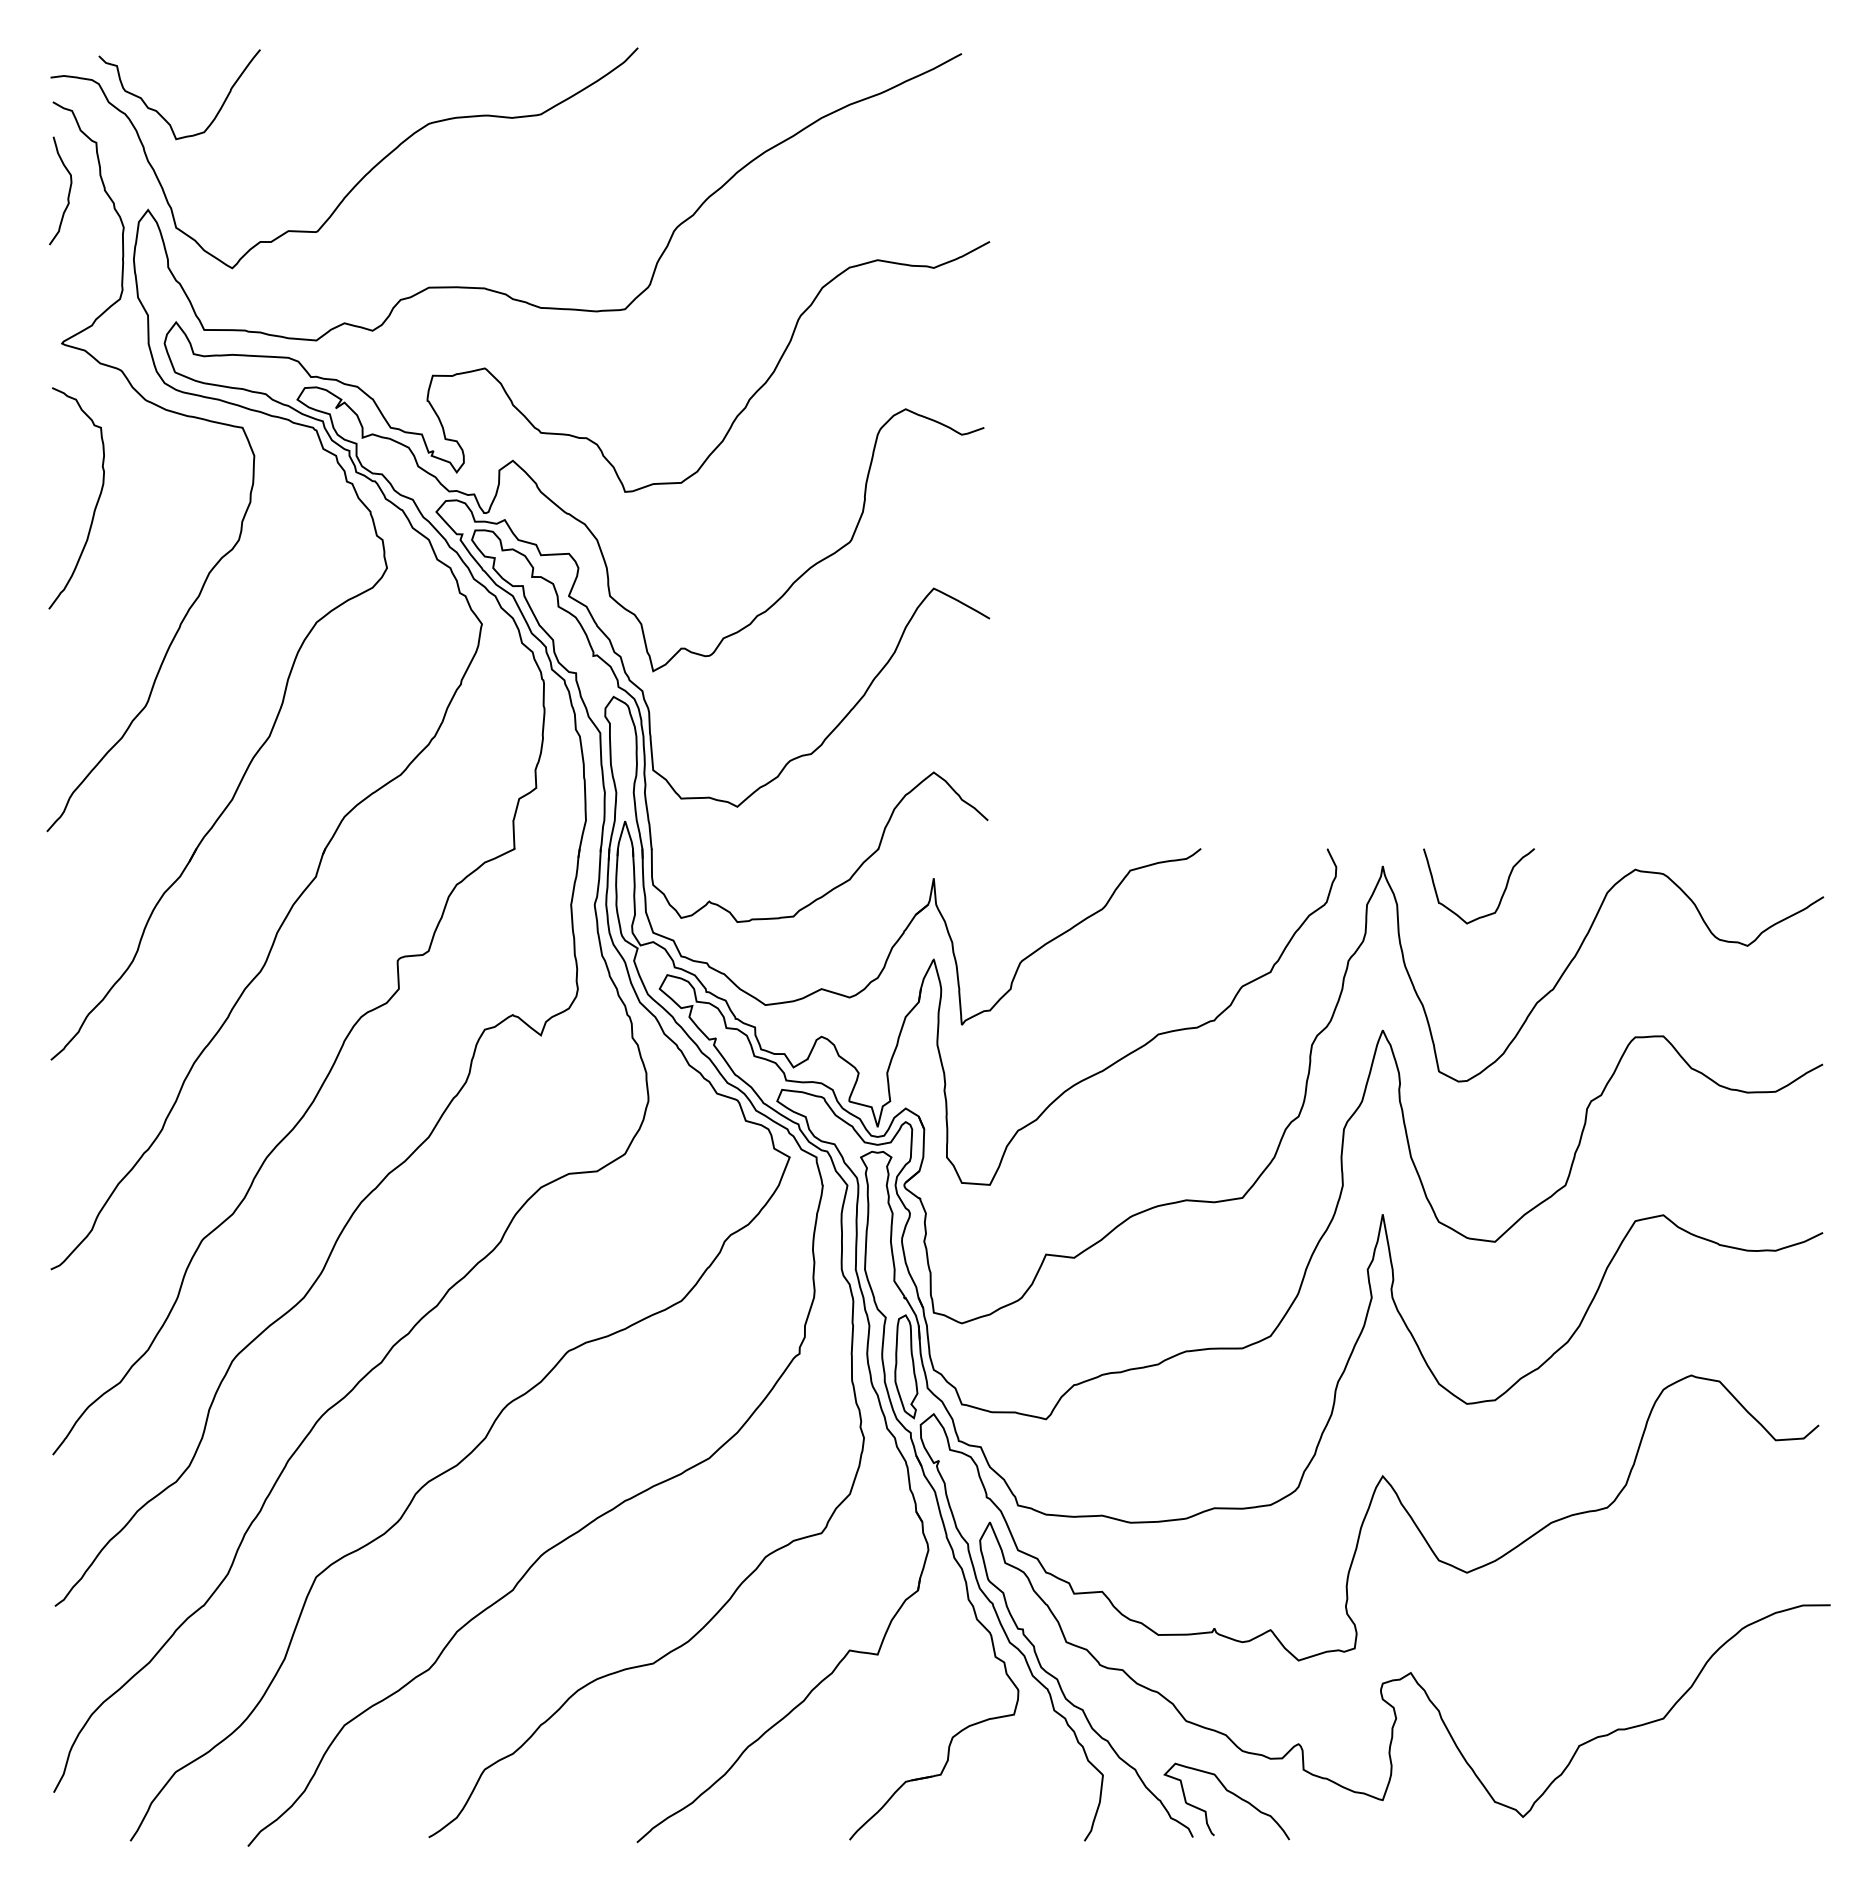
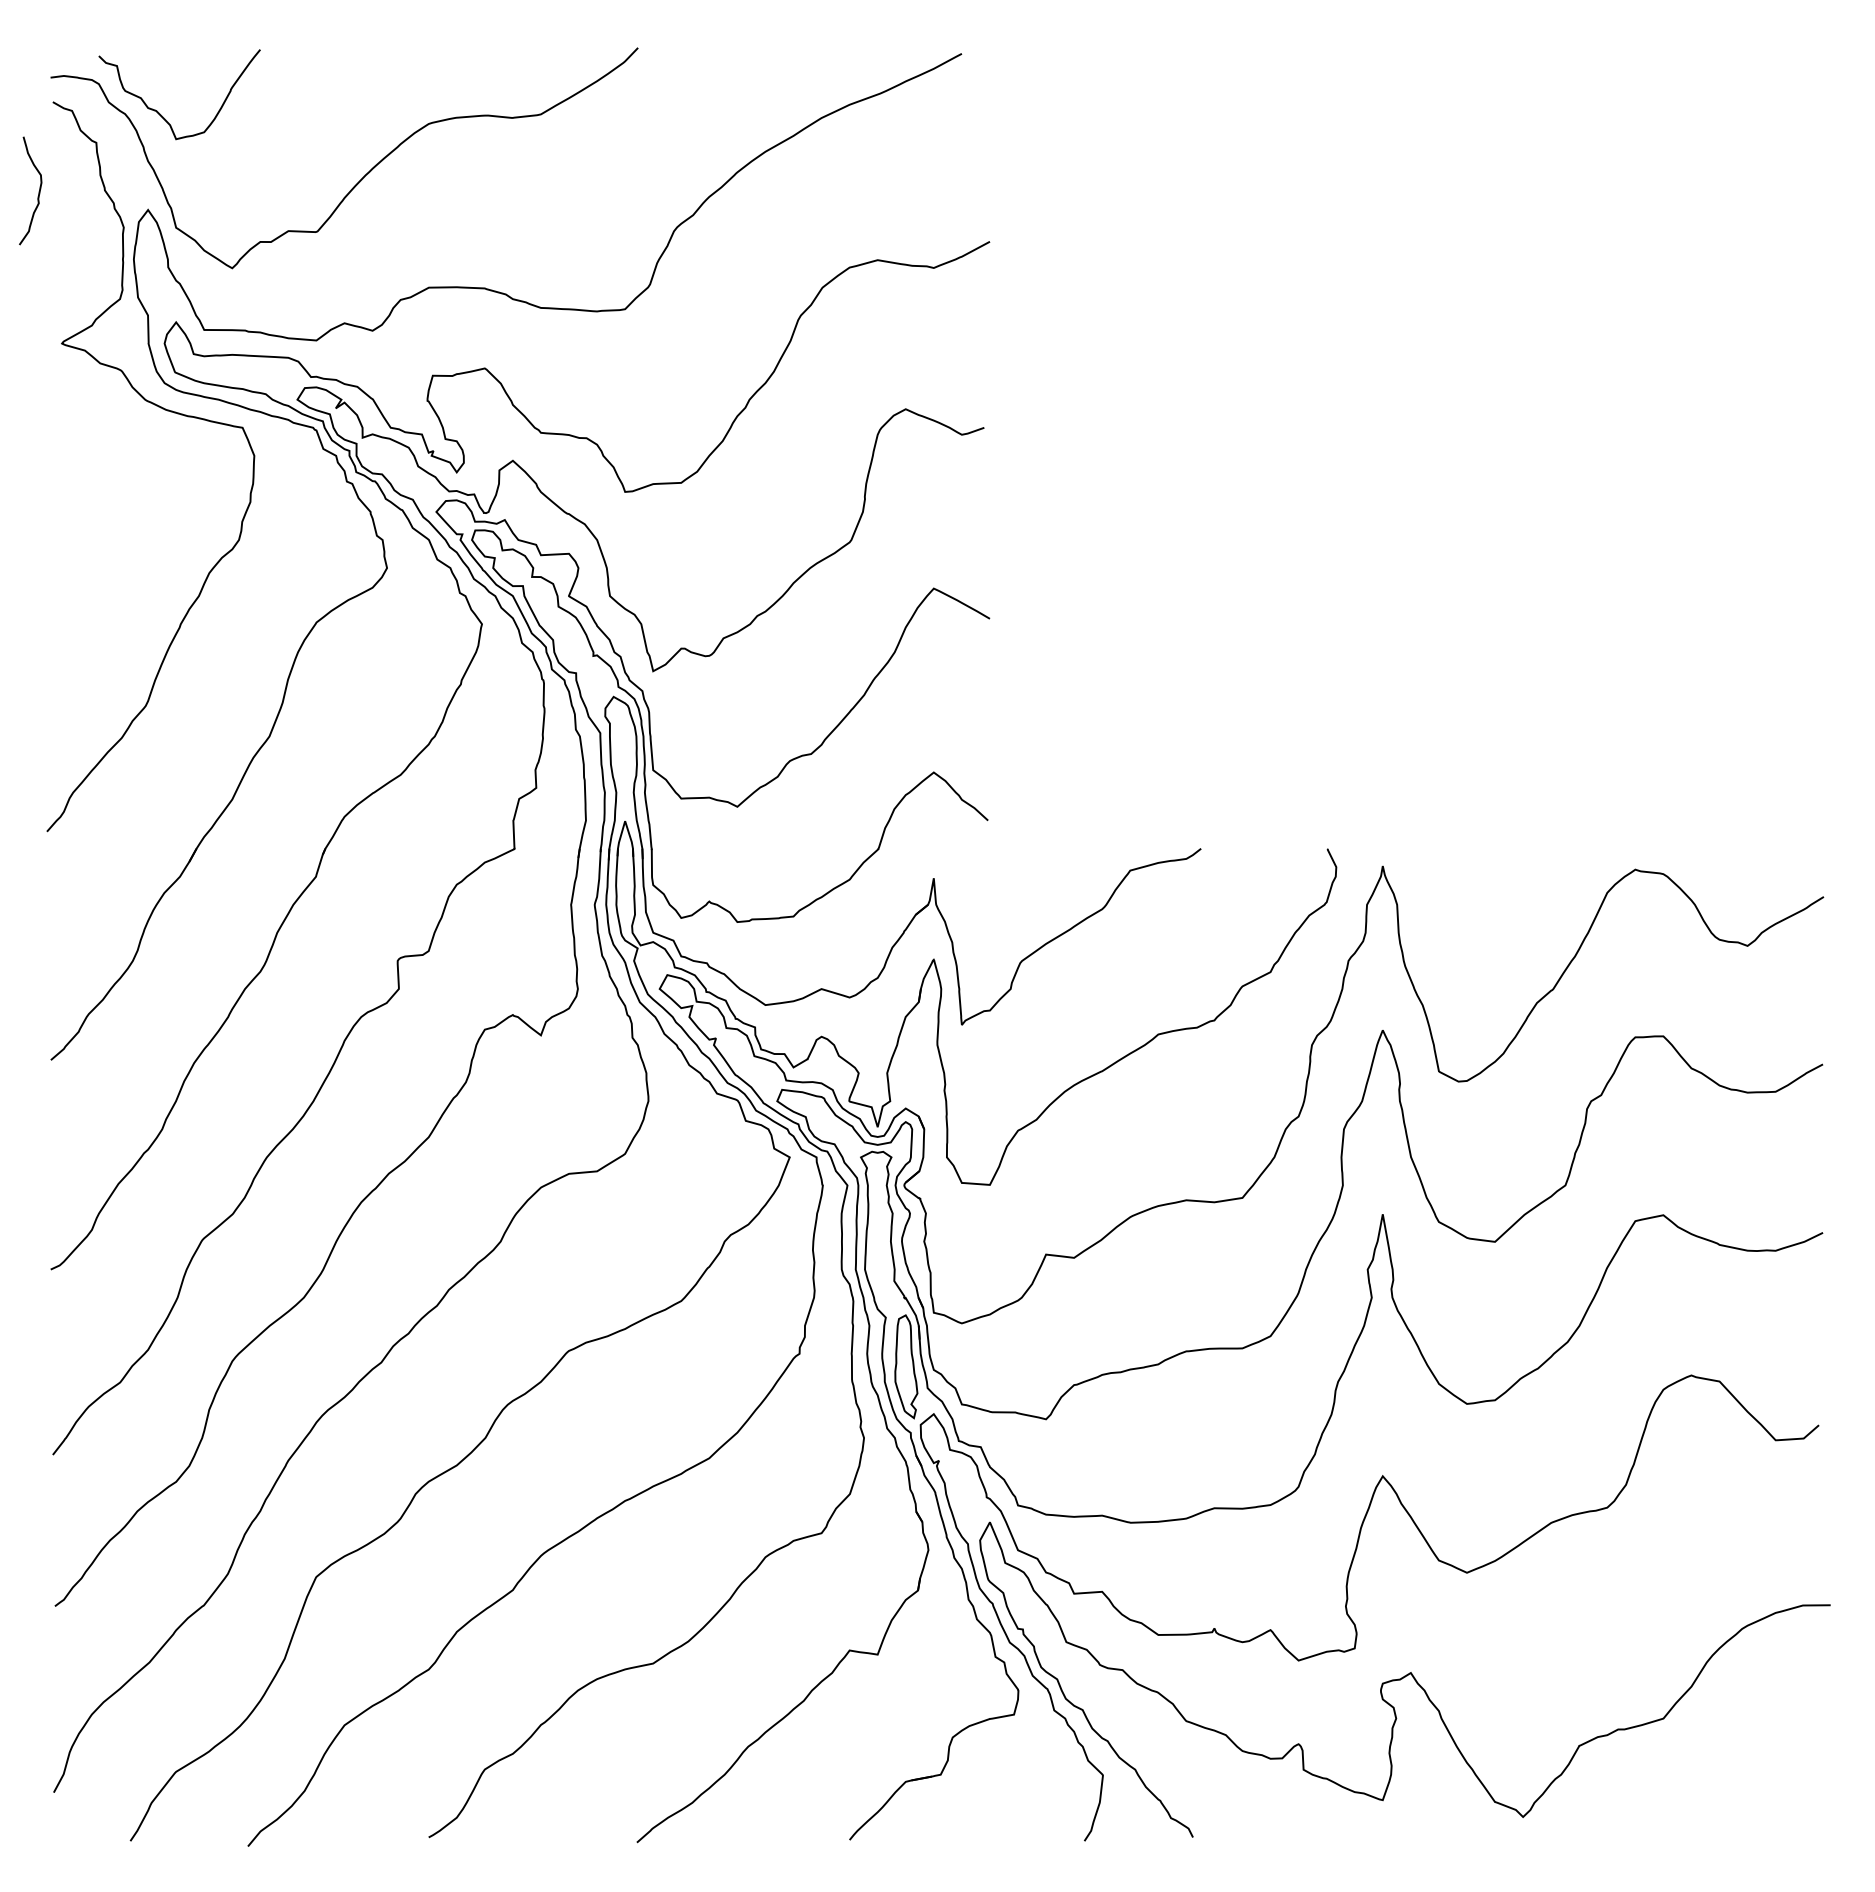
curve at (68, 191) position: (68, 191) -> (38, 191)
curve at (94, 507): present -> none
curve at (1501, 895): present -> none
curve at (1230, 1793): present -> none
